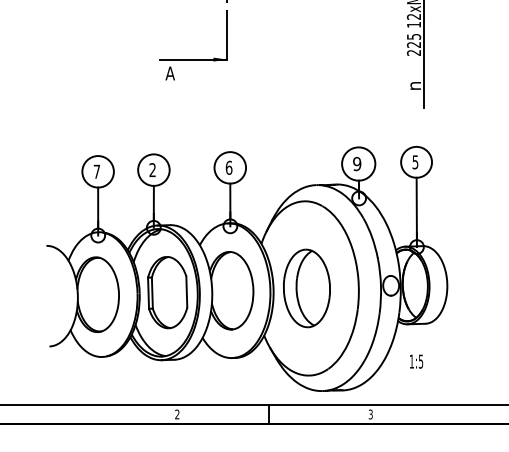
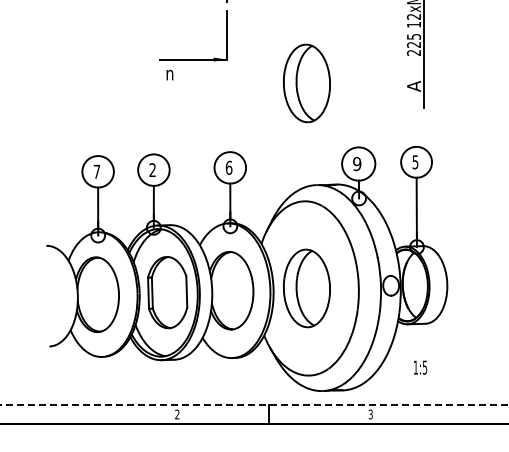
text at (169, 73): A -> n
part at (306, 83): none -> present
text at (413, 85): n -> A
text at (416, 361) position: (416, 361) -> (420, 367)
line at (254, 404): solid -> dashed
